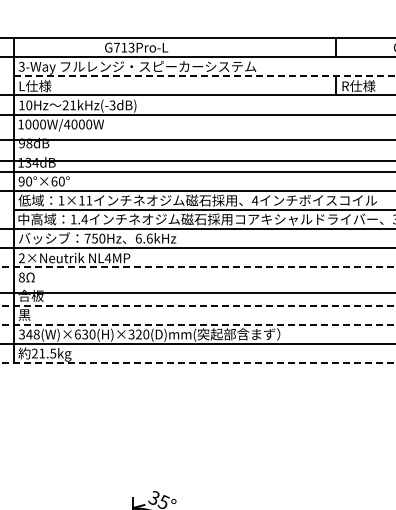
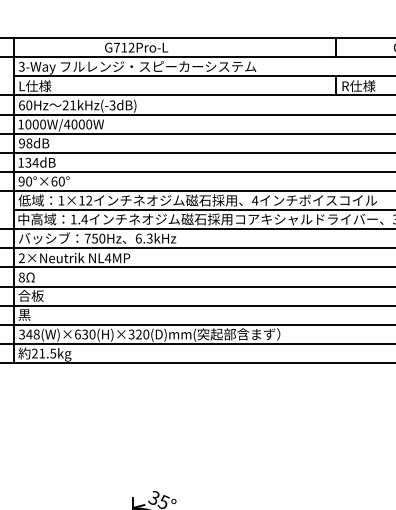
text at (131, 47): G713Pro-L -> G712Pro-L
line at (204, 76): dashed -> solid
text at (21, 105): 10Hz -> 60Hz
line at (197, 139) position: (197, 139) -> (197, 133)
line at (197, 160) position: (197, 160) -> (197, 152)
text at (89, 200): 1×11 -> 1×12
text at (149, 238): 6.6kHz -> 6.3kHz
line at (198, 267): dashed -> solid
line at (197, 292) position: (197, 292) -> (197, 286)
line at (198, 305): dashed -> solid
line at (198, 324): dashed -> solid
line at (198, 363): dashed -> solid
